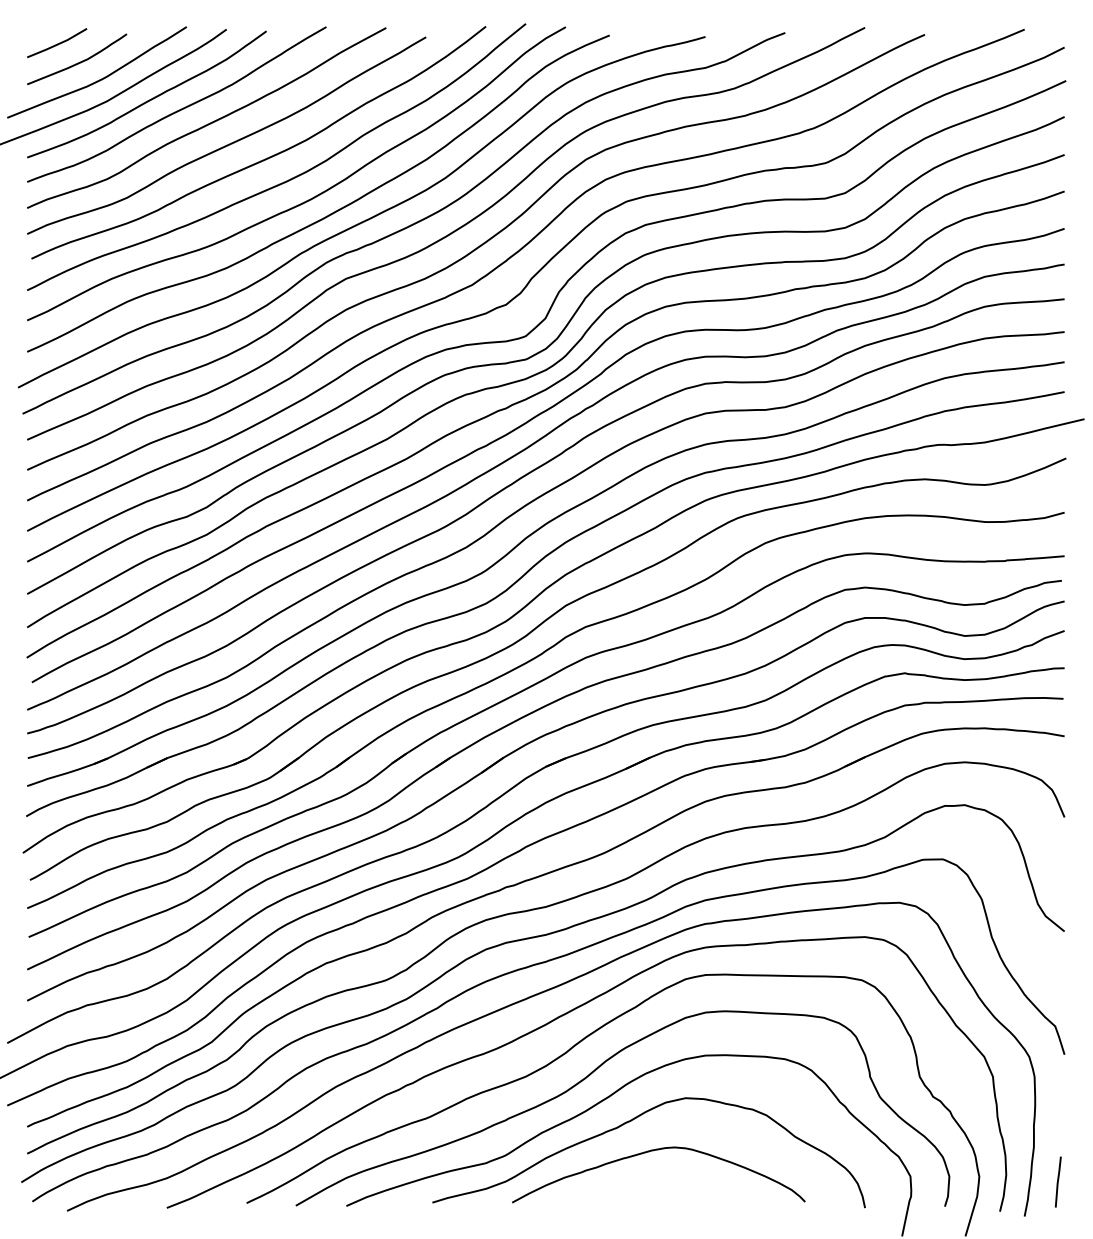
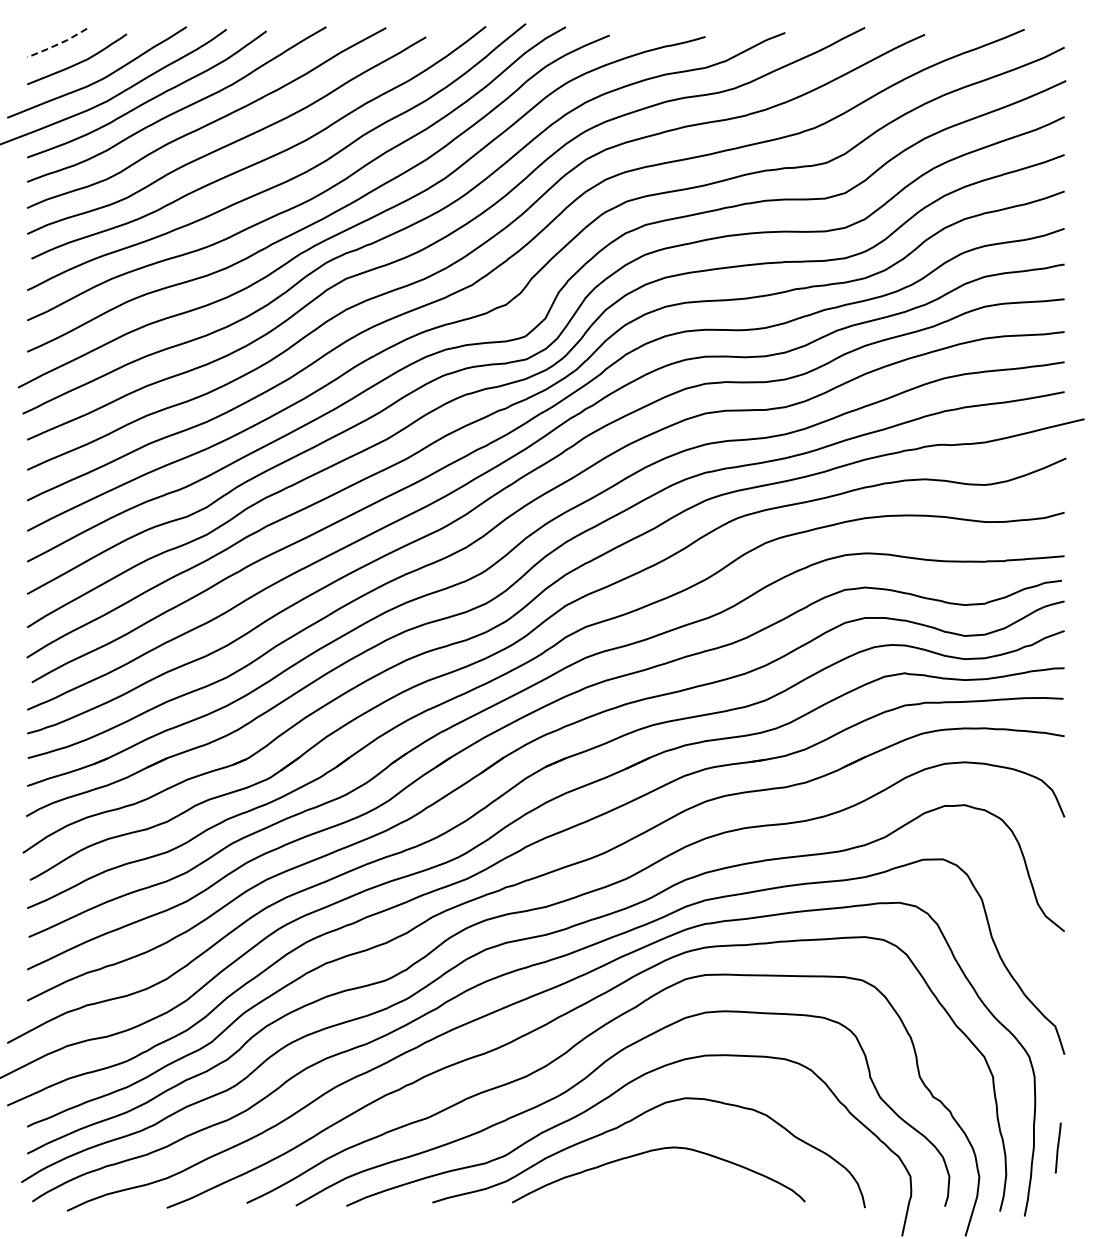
line at (57, 44): solid -> dashed
line at (1057, 1181) position: (1057, 1181) -> (1057, 1147)
